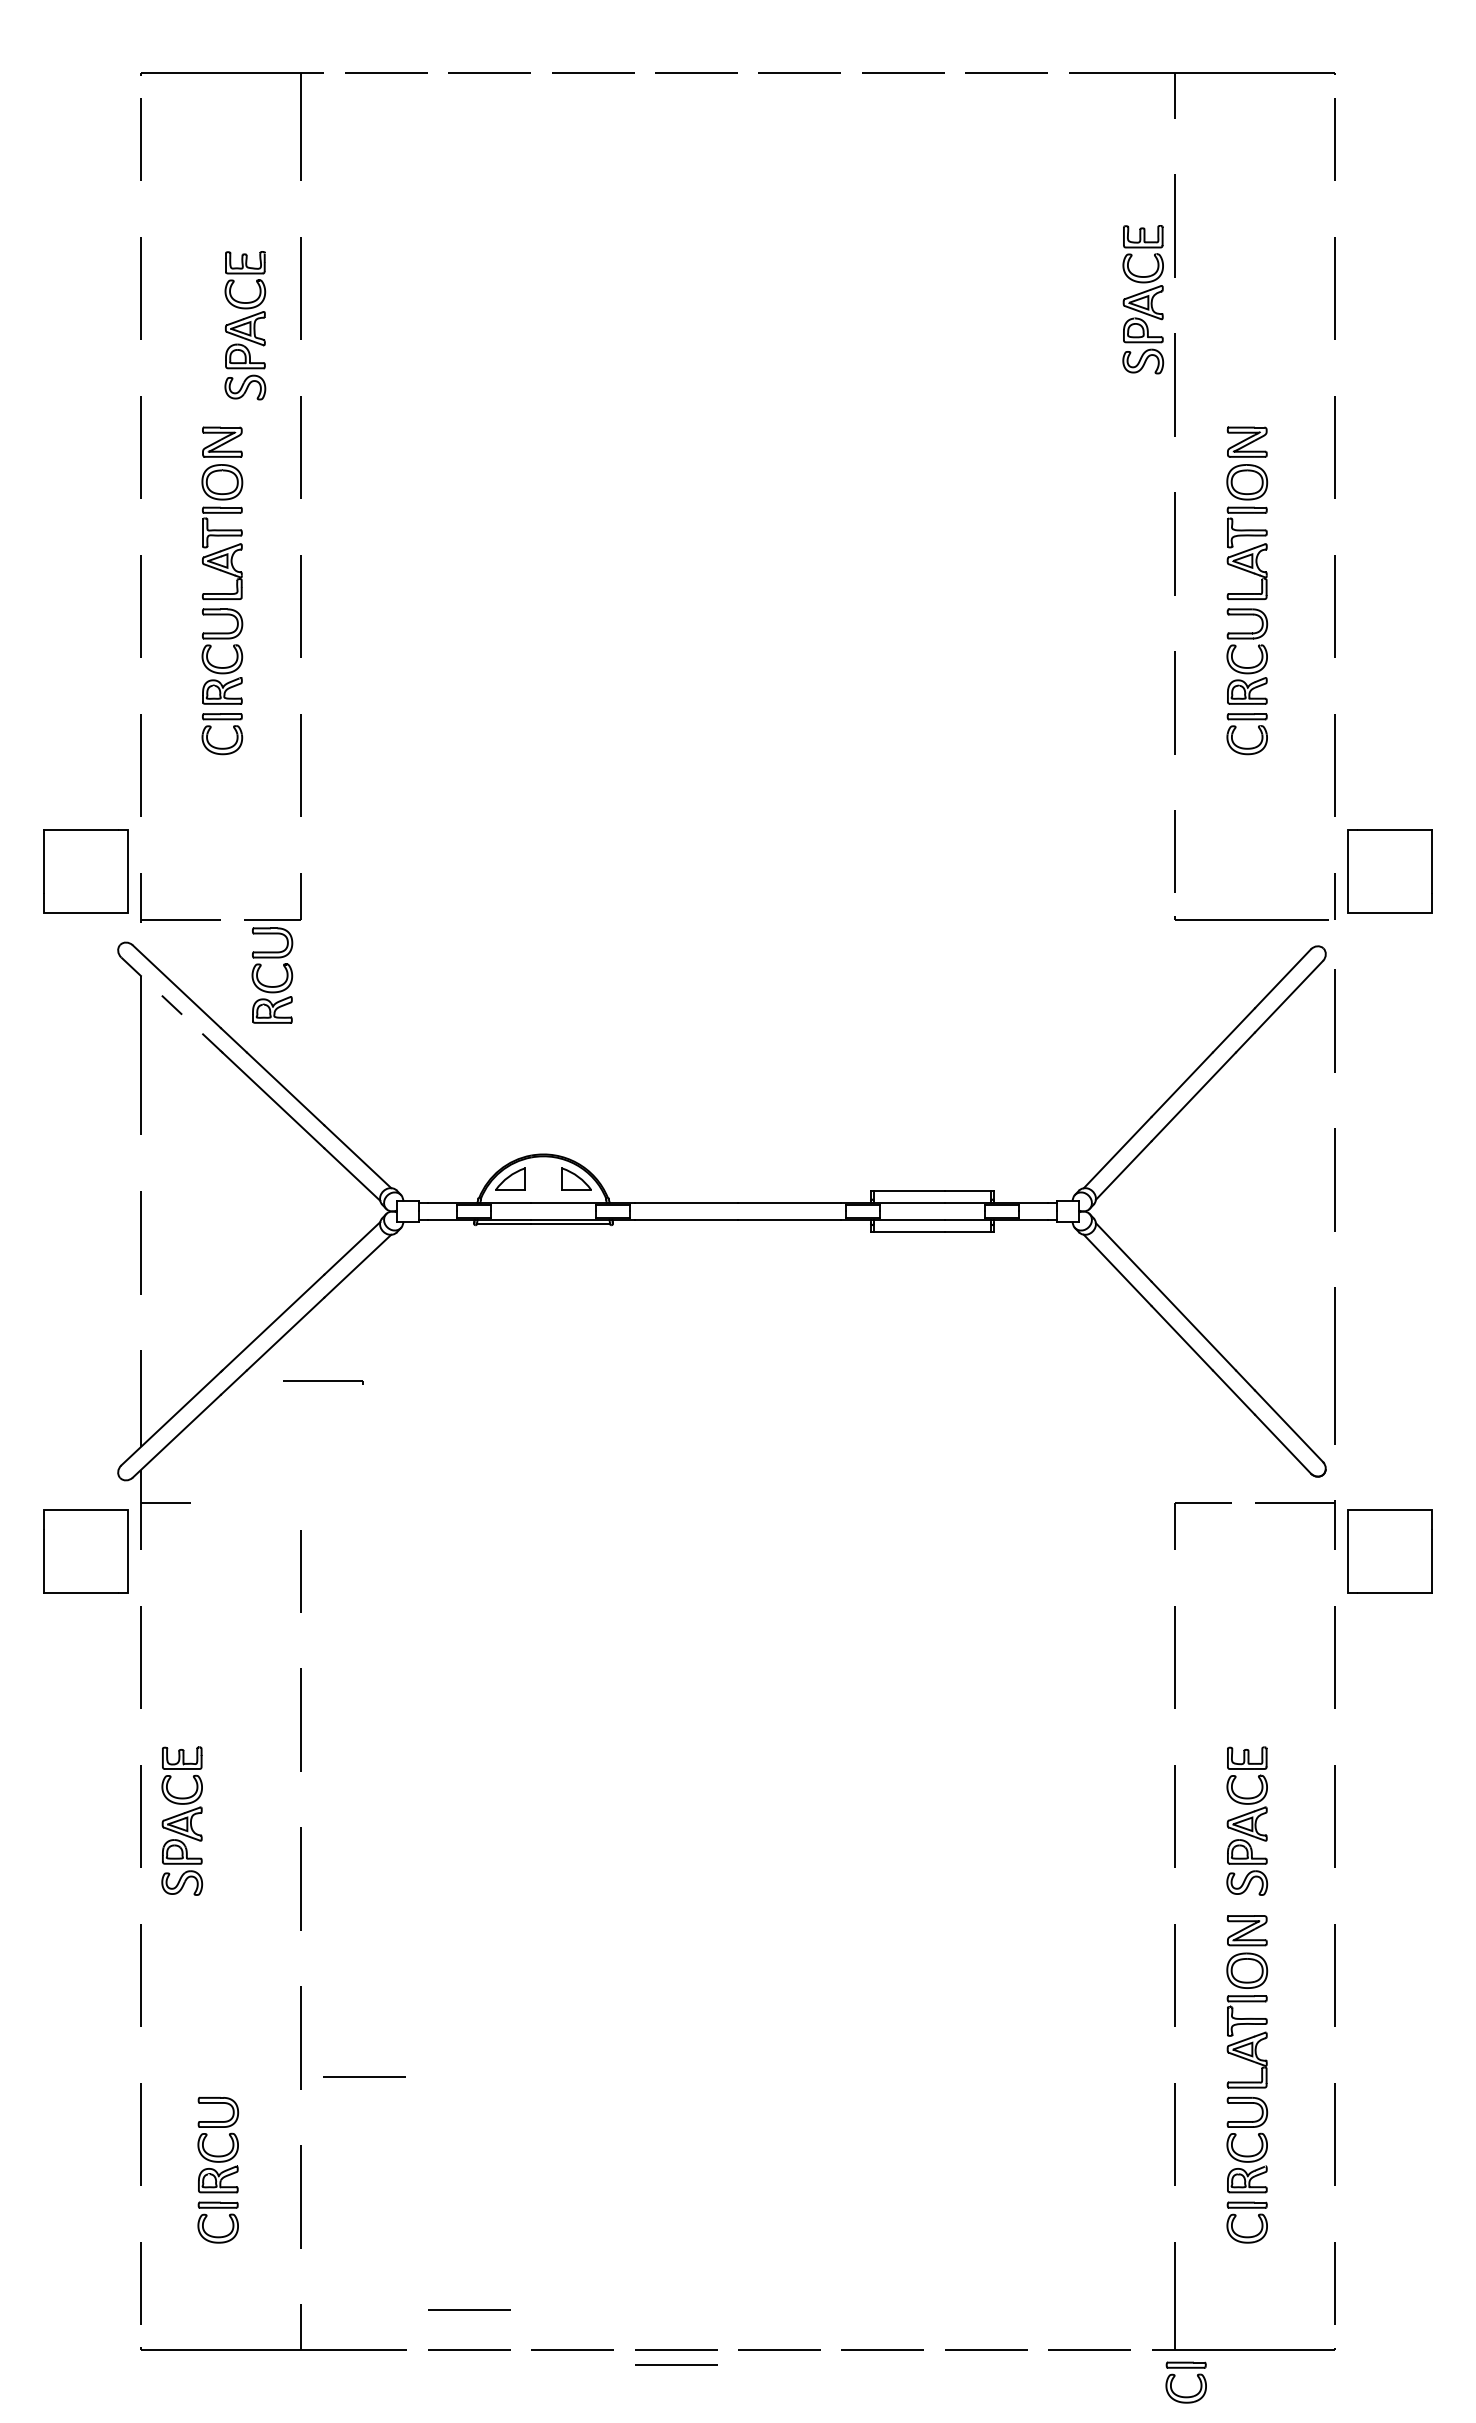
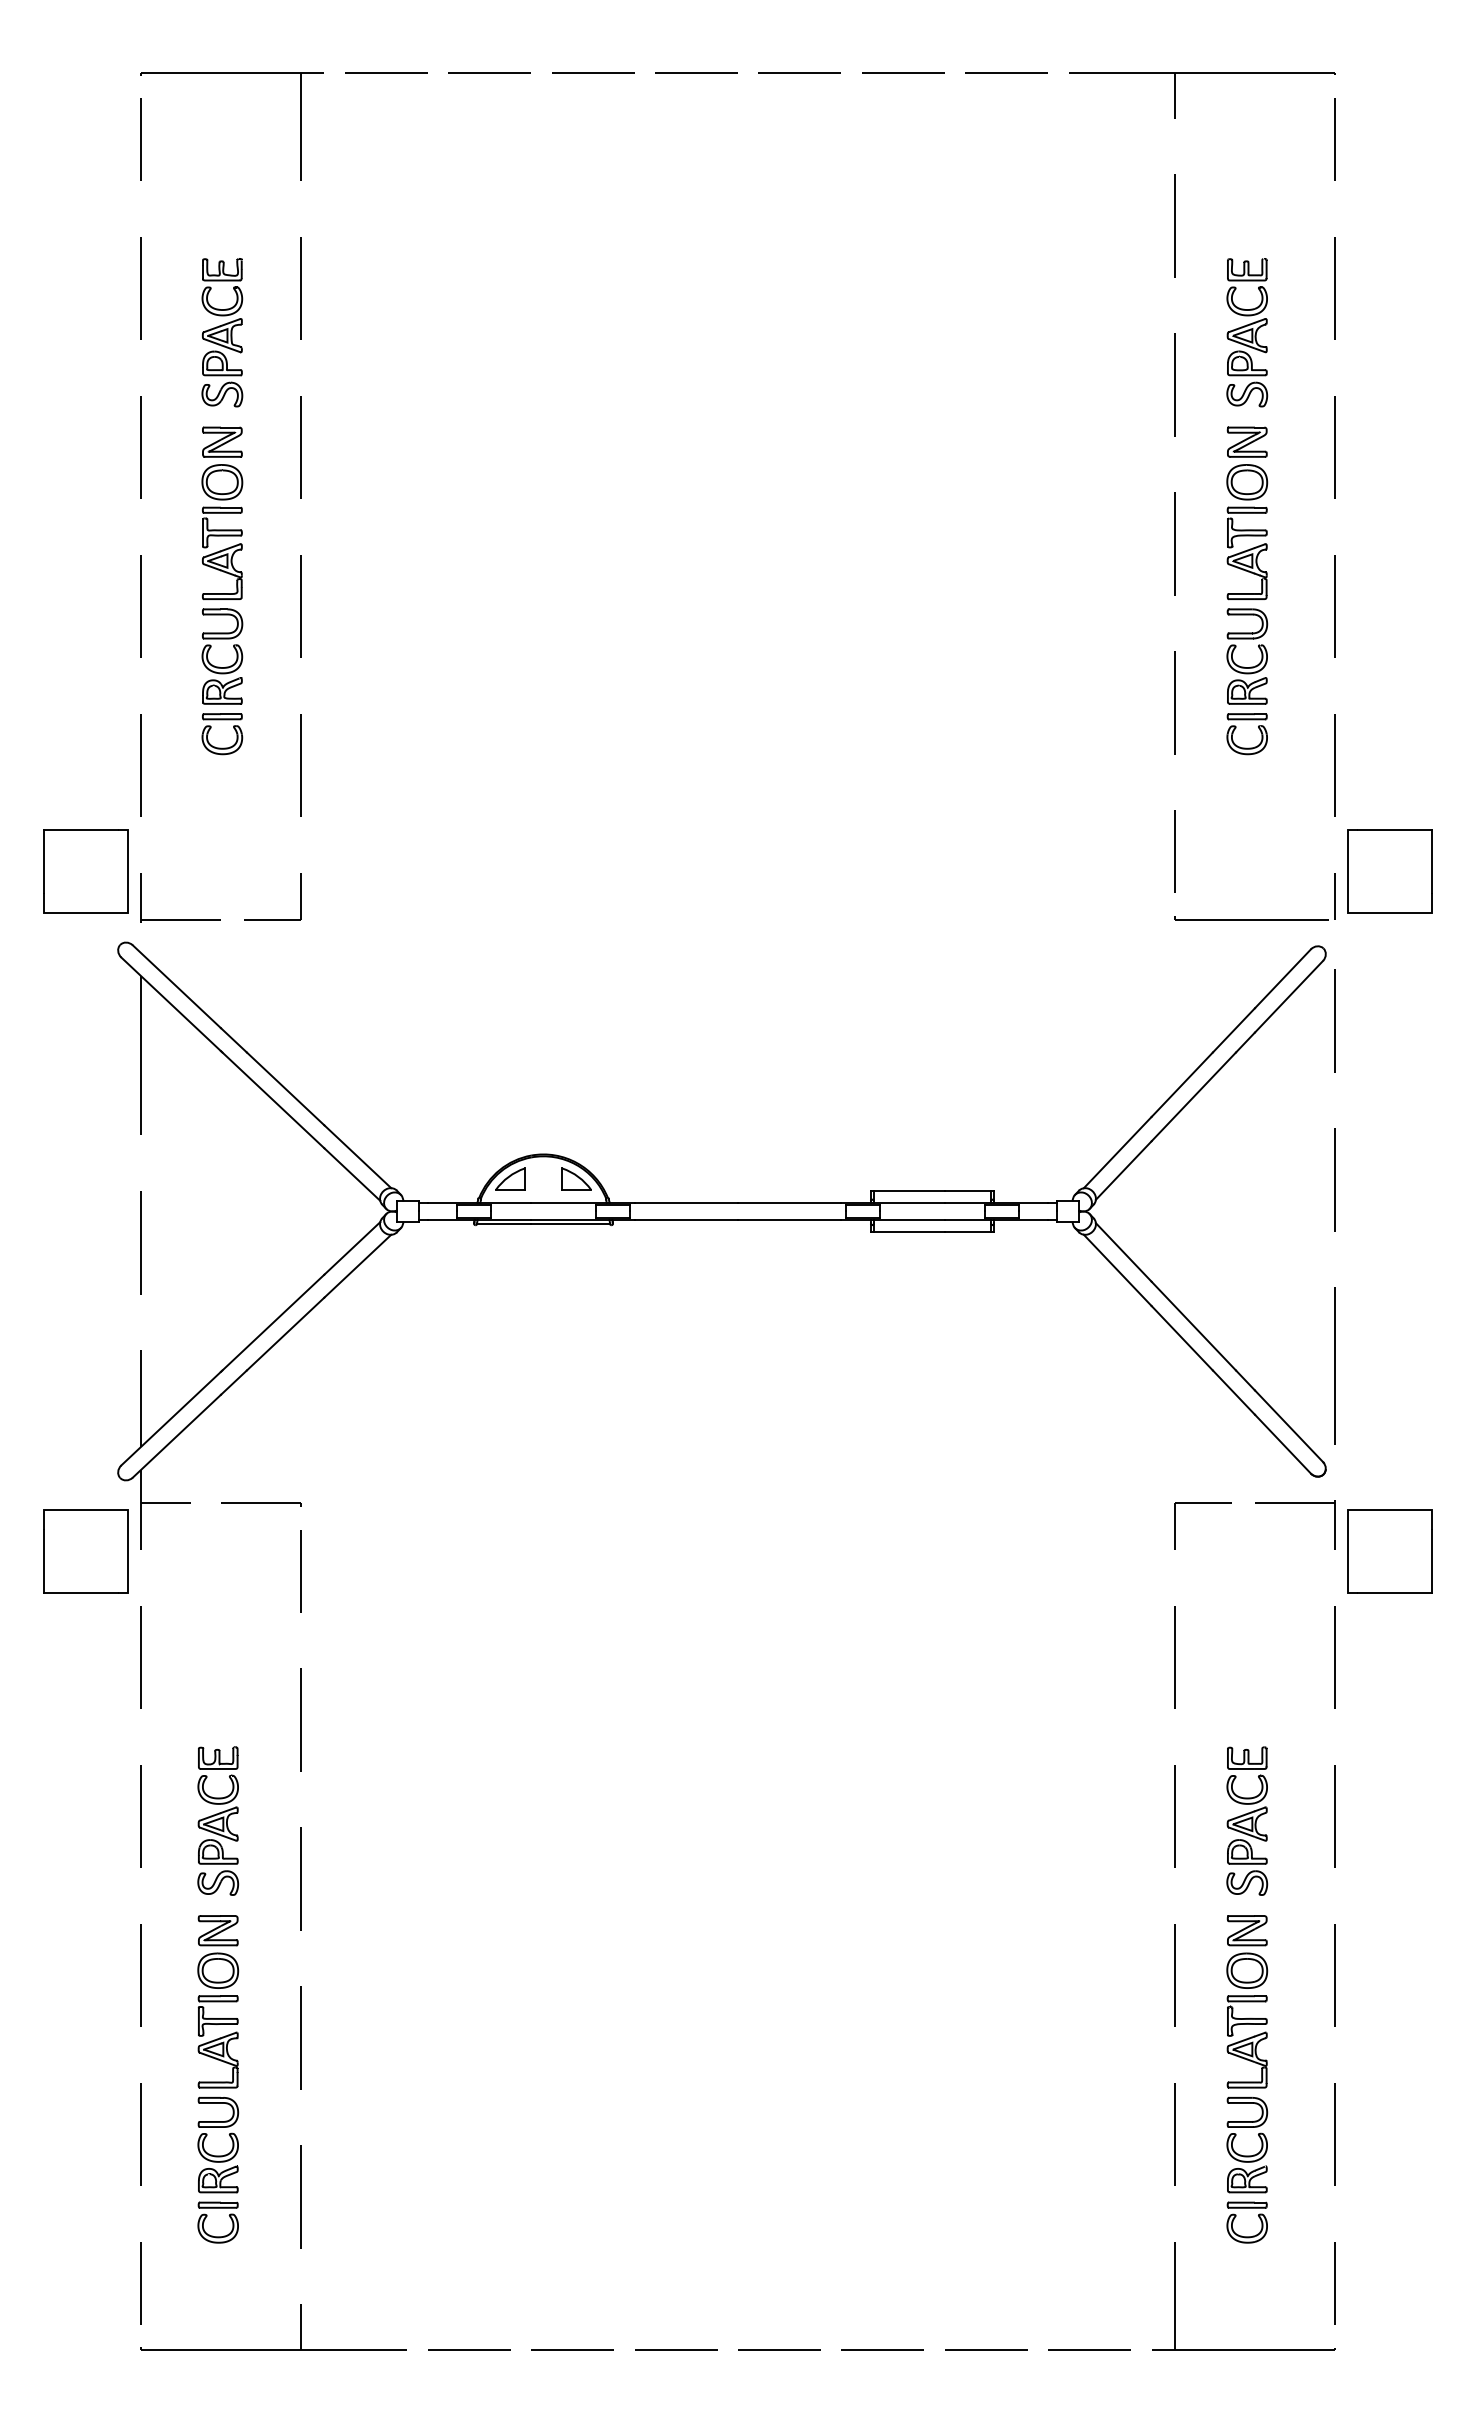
part at (1143, 299) position: (1143, 299) -> (1247, 332)
part at (245, 325) position: (245, 325) -> (222, 332)
part at (269, 985): present -> none
line at (171, 1004): dashed -> solid
line at (323, 1381) position: (323, 1381) -> (261, 1503)
part at (182, 1820) position: (182, 1820) -> (218, 1820)
part at (218, 2001): none -> present
line at (364, 2076): present -> none
line at (469, 2309): present -> none
line at (676, 2364): present -> none
part at (1175, 2376): present -> none
